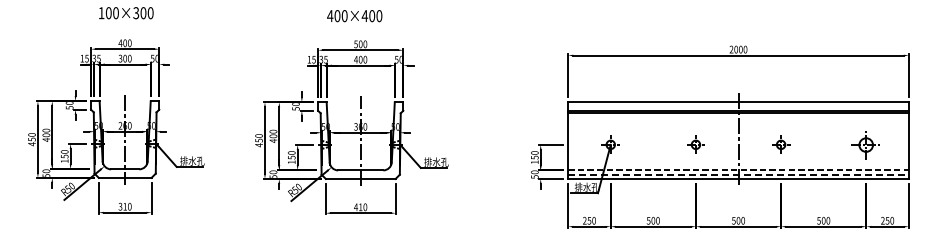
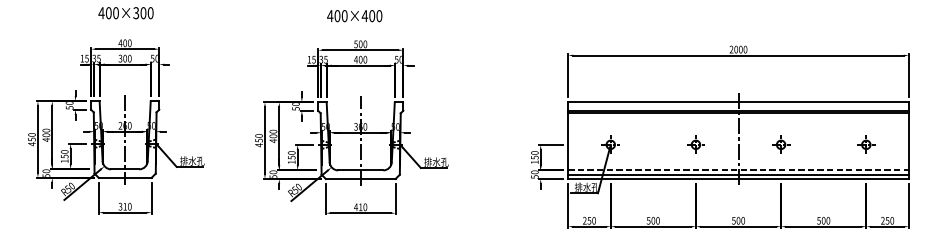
text at (101, 13): 100×300 -> 400×300
part at (865, 145) size: 29x29 px -> 19x19 px
line at (739, 174): dashed -> solid
